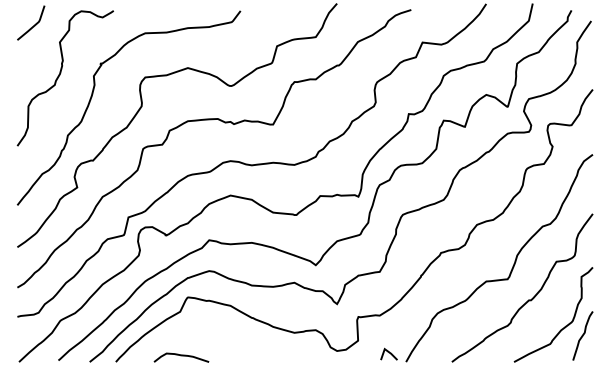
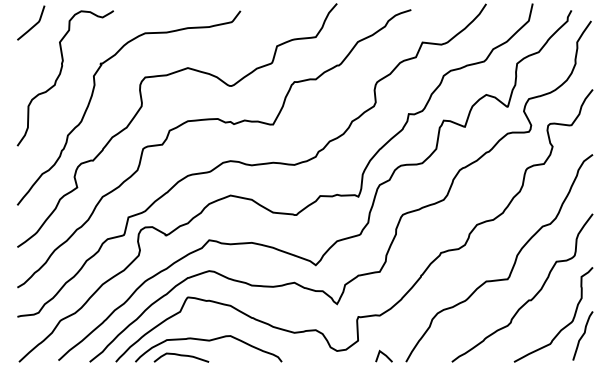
curve at (208, 341): none -> present
line at (388, 352) position: (388, 352) -> (383, 354)
